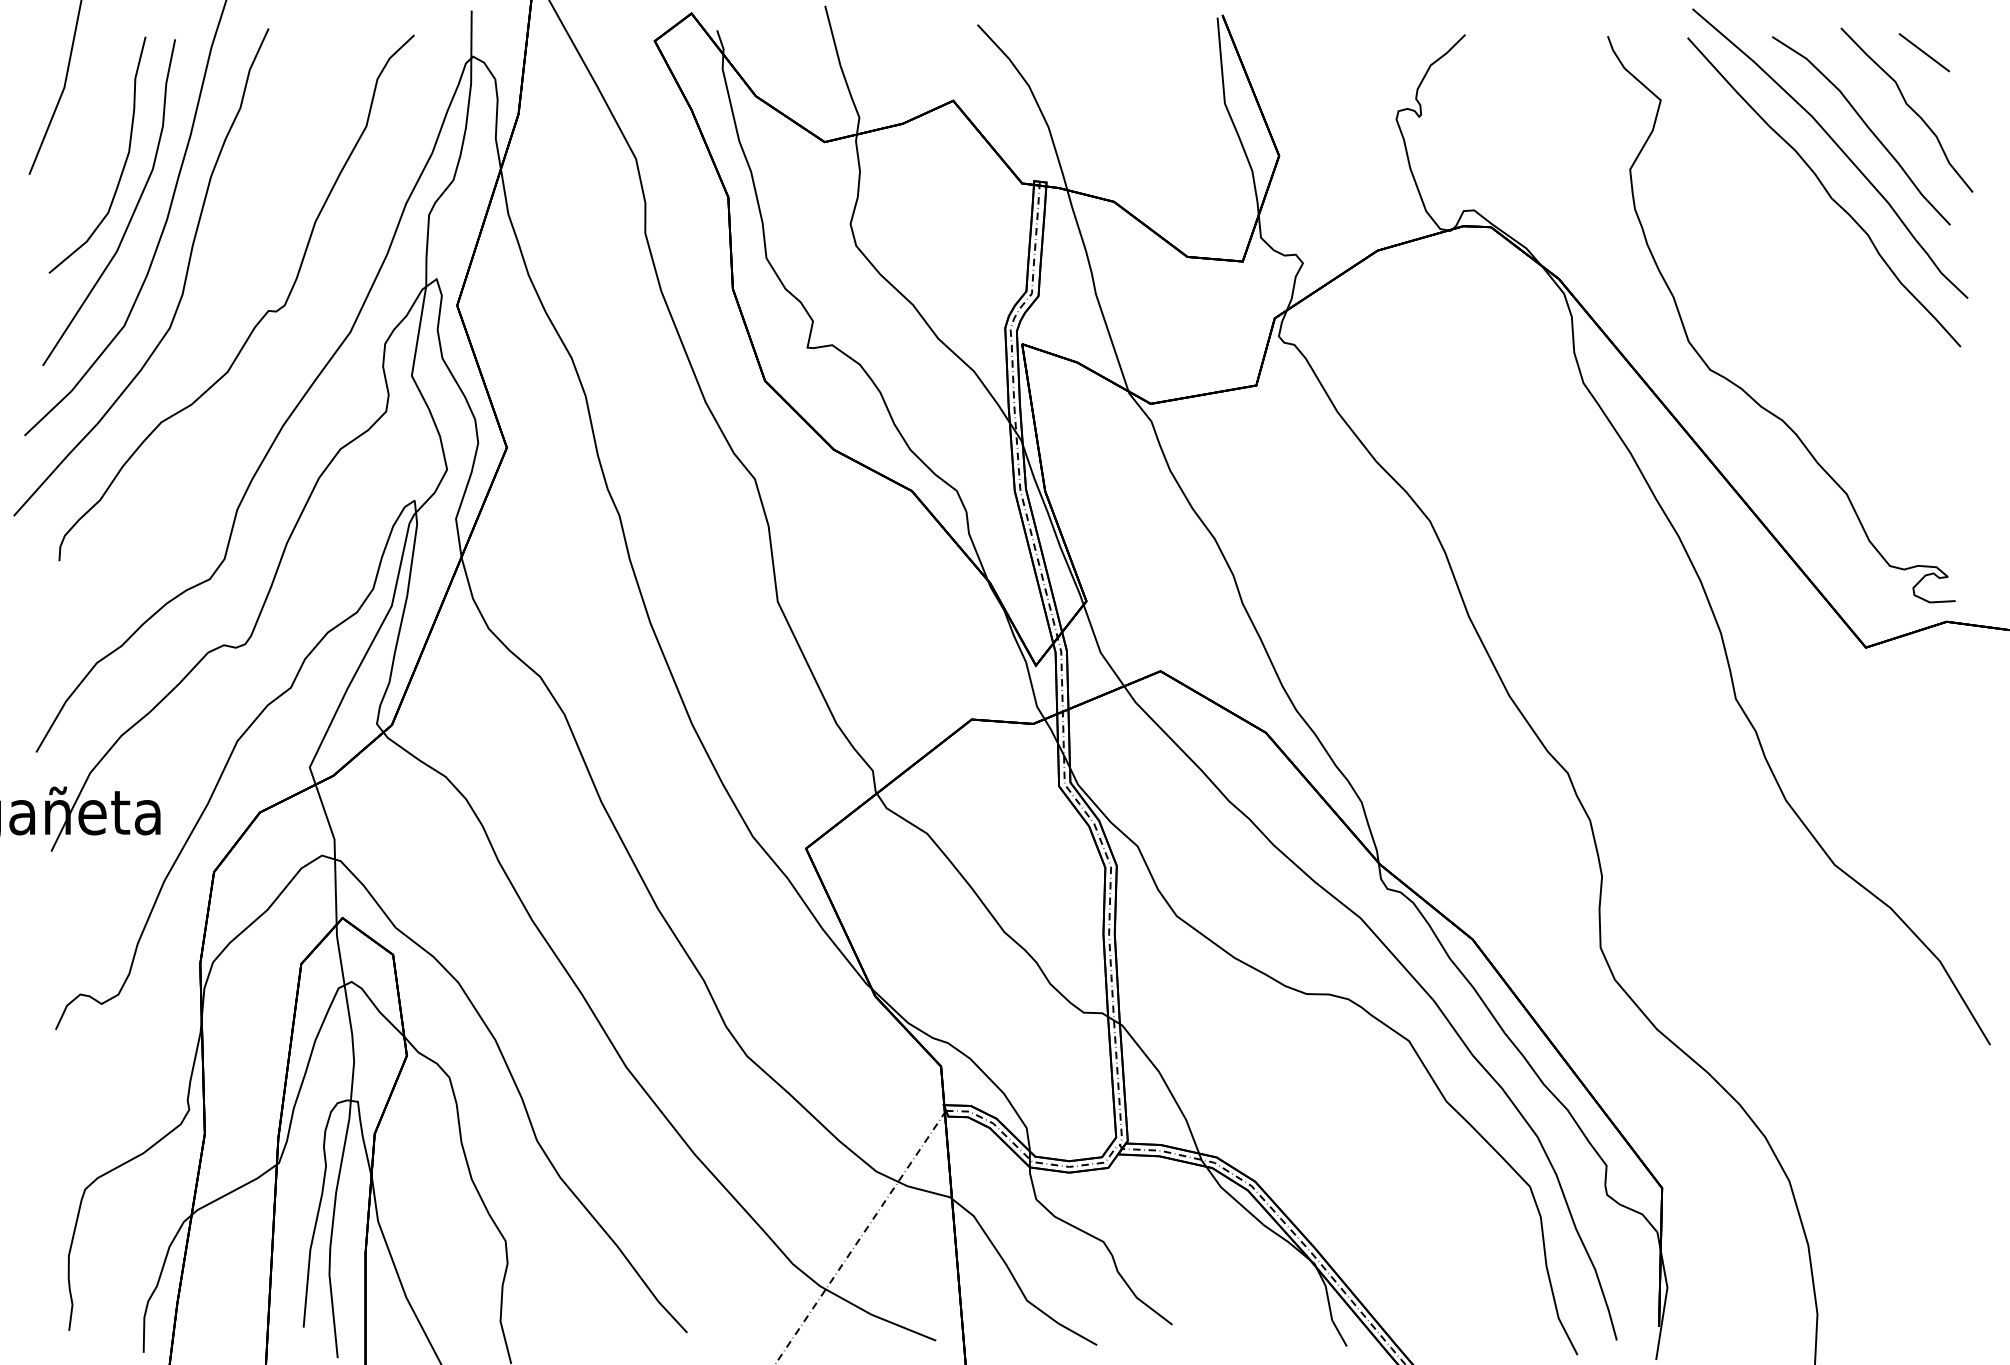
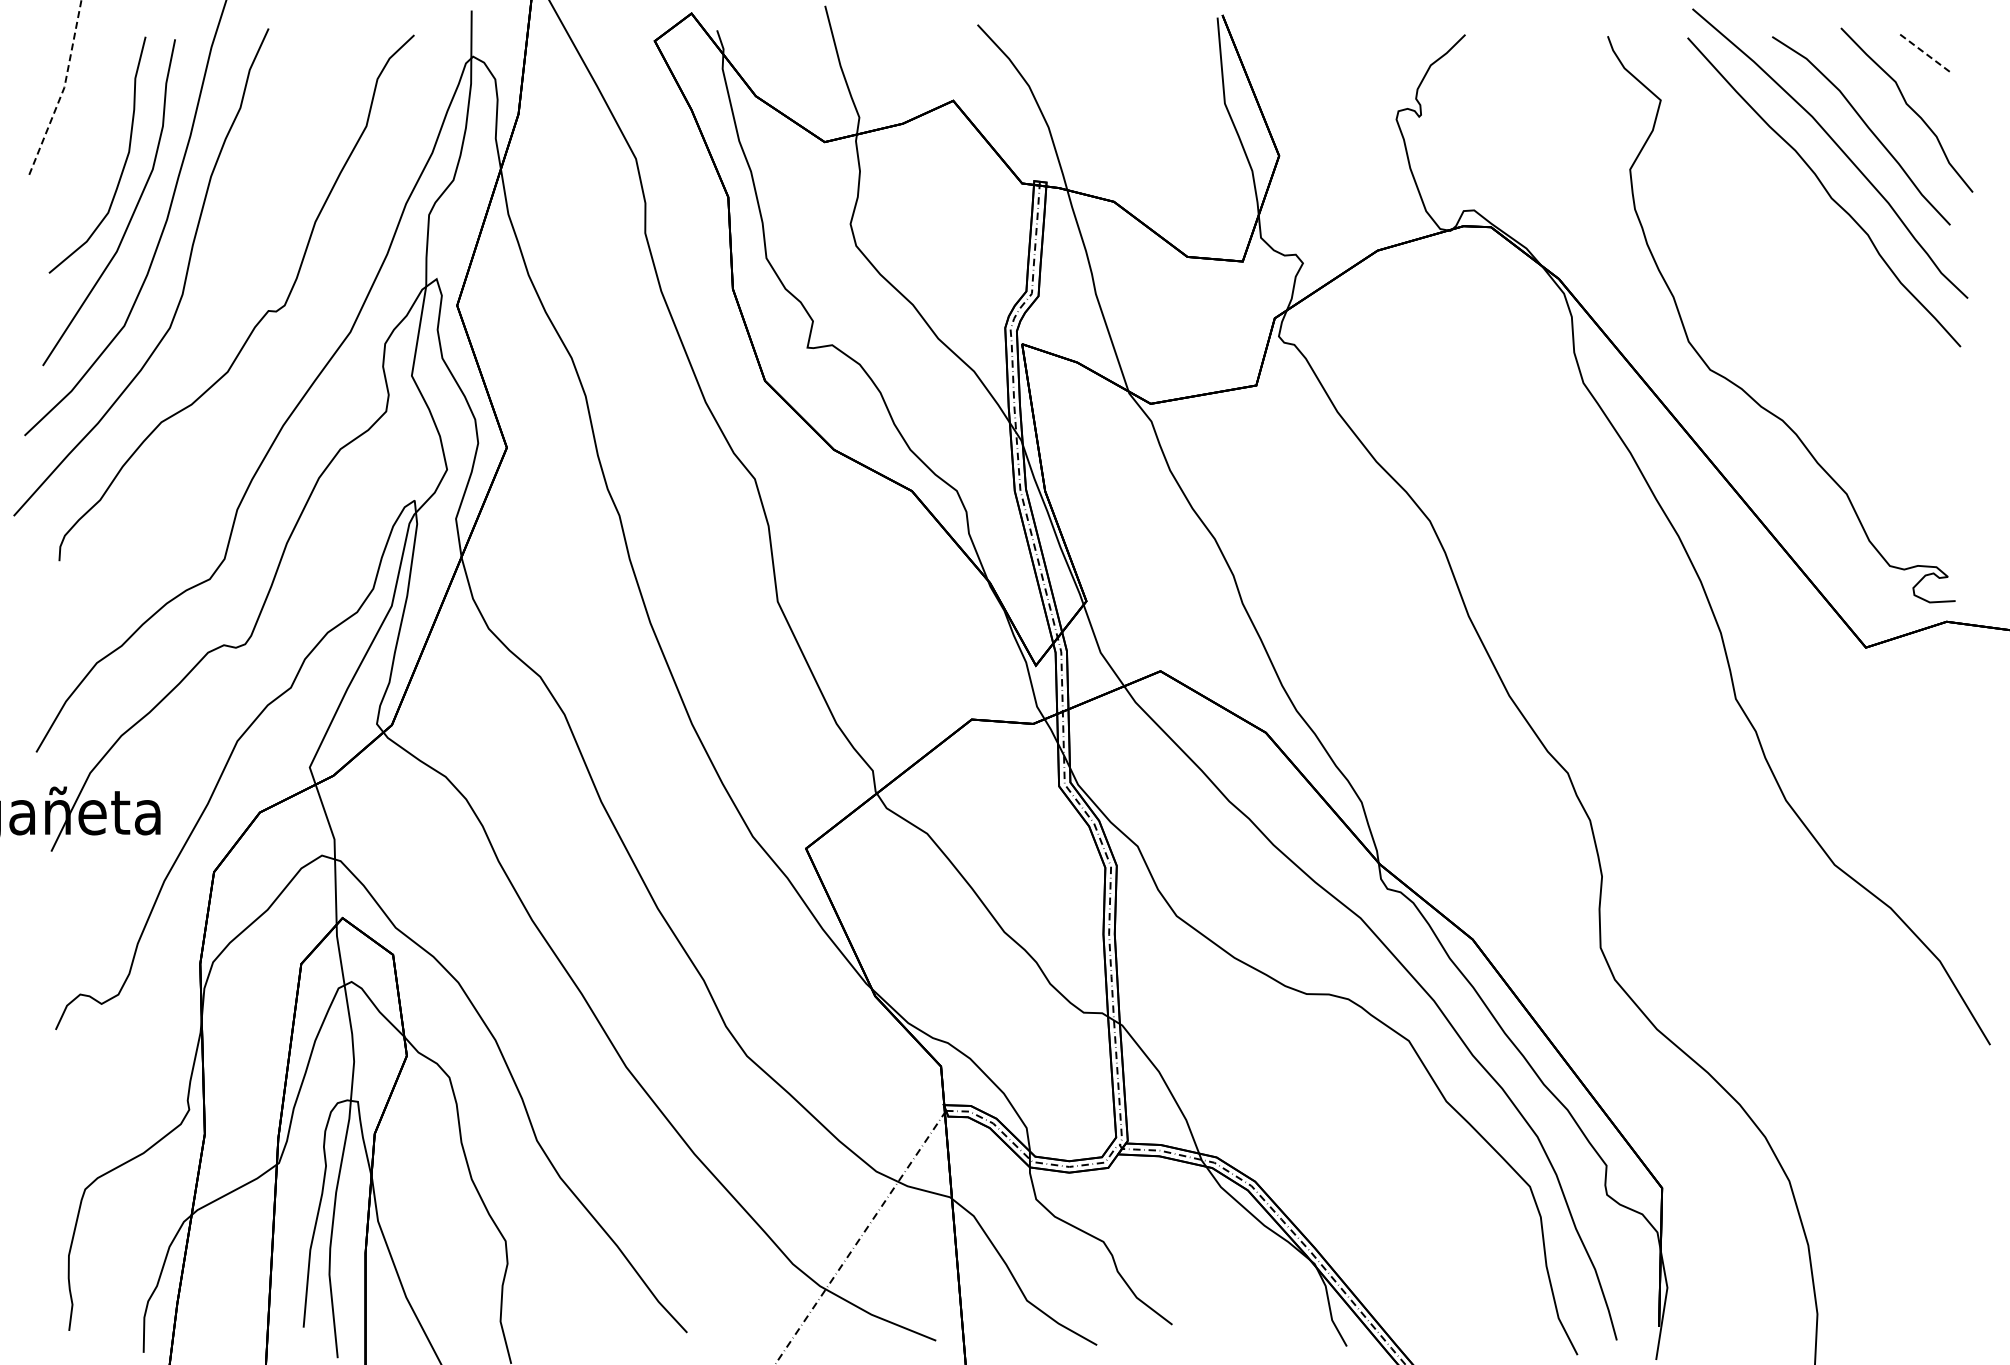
line at (1924, 52): solid -> dashed
line at (63, 89): solid -> dashed
